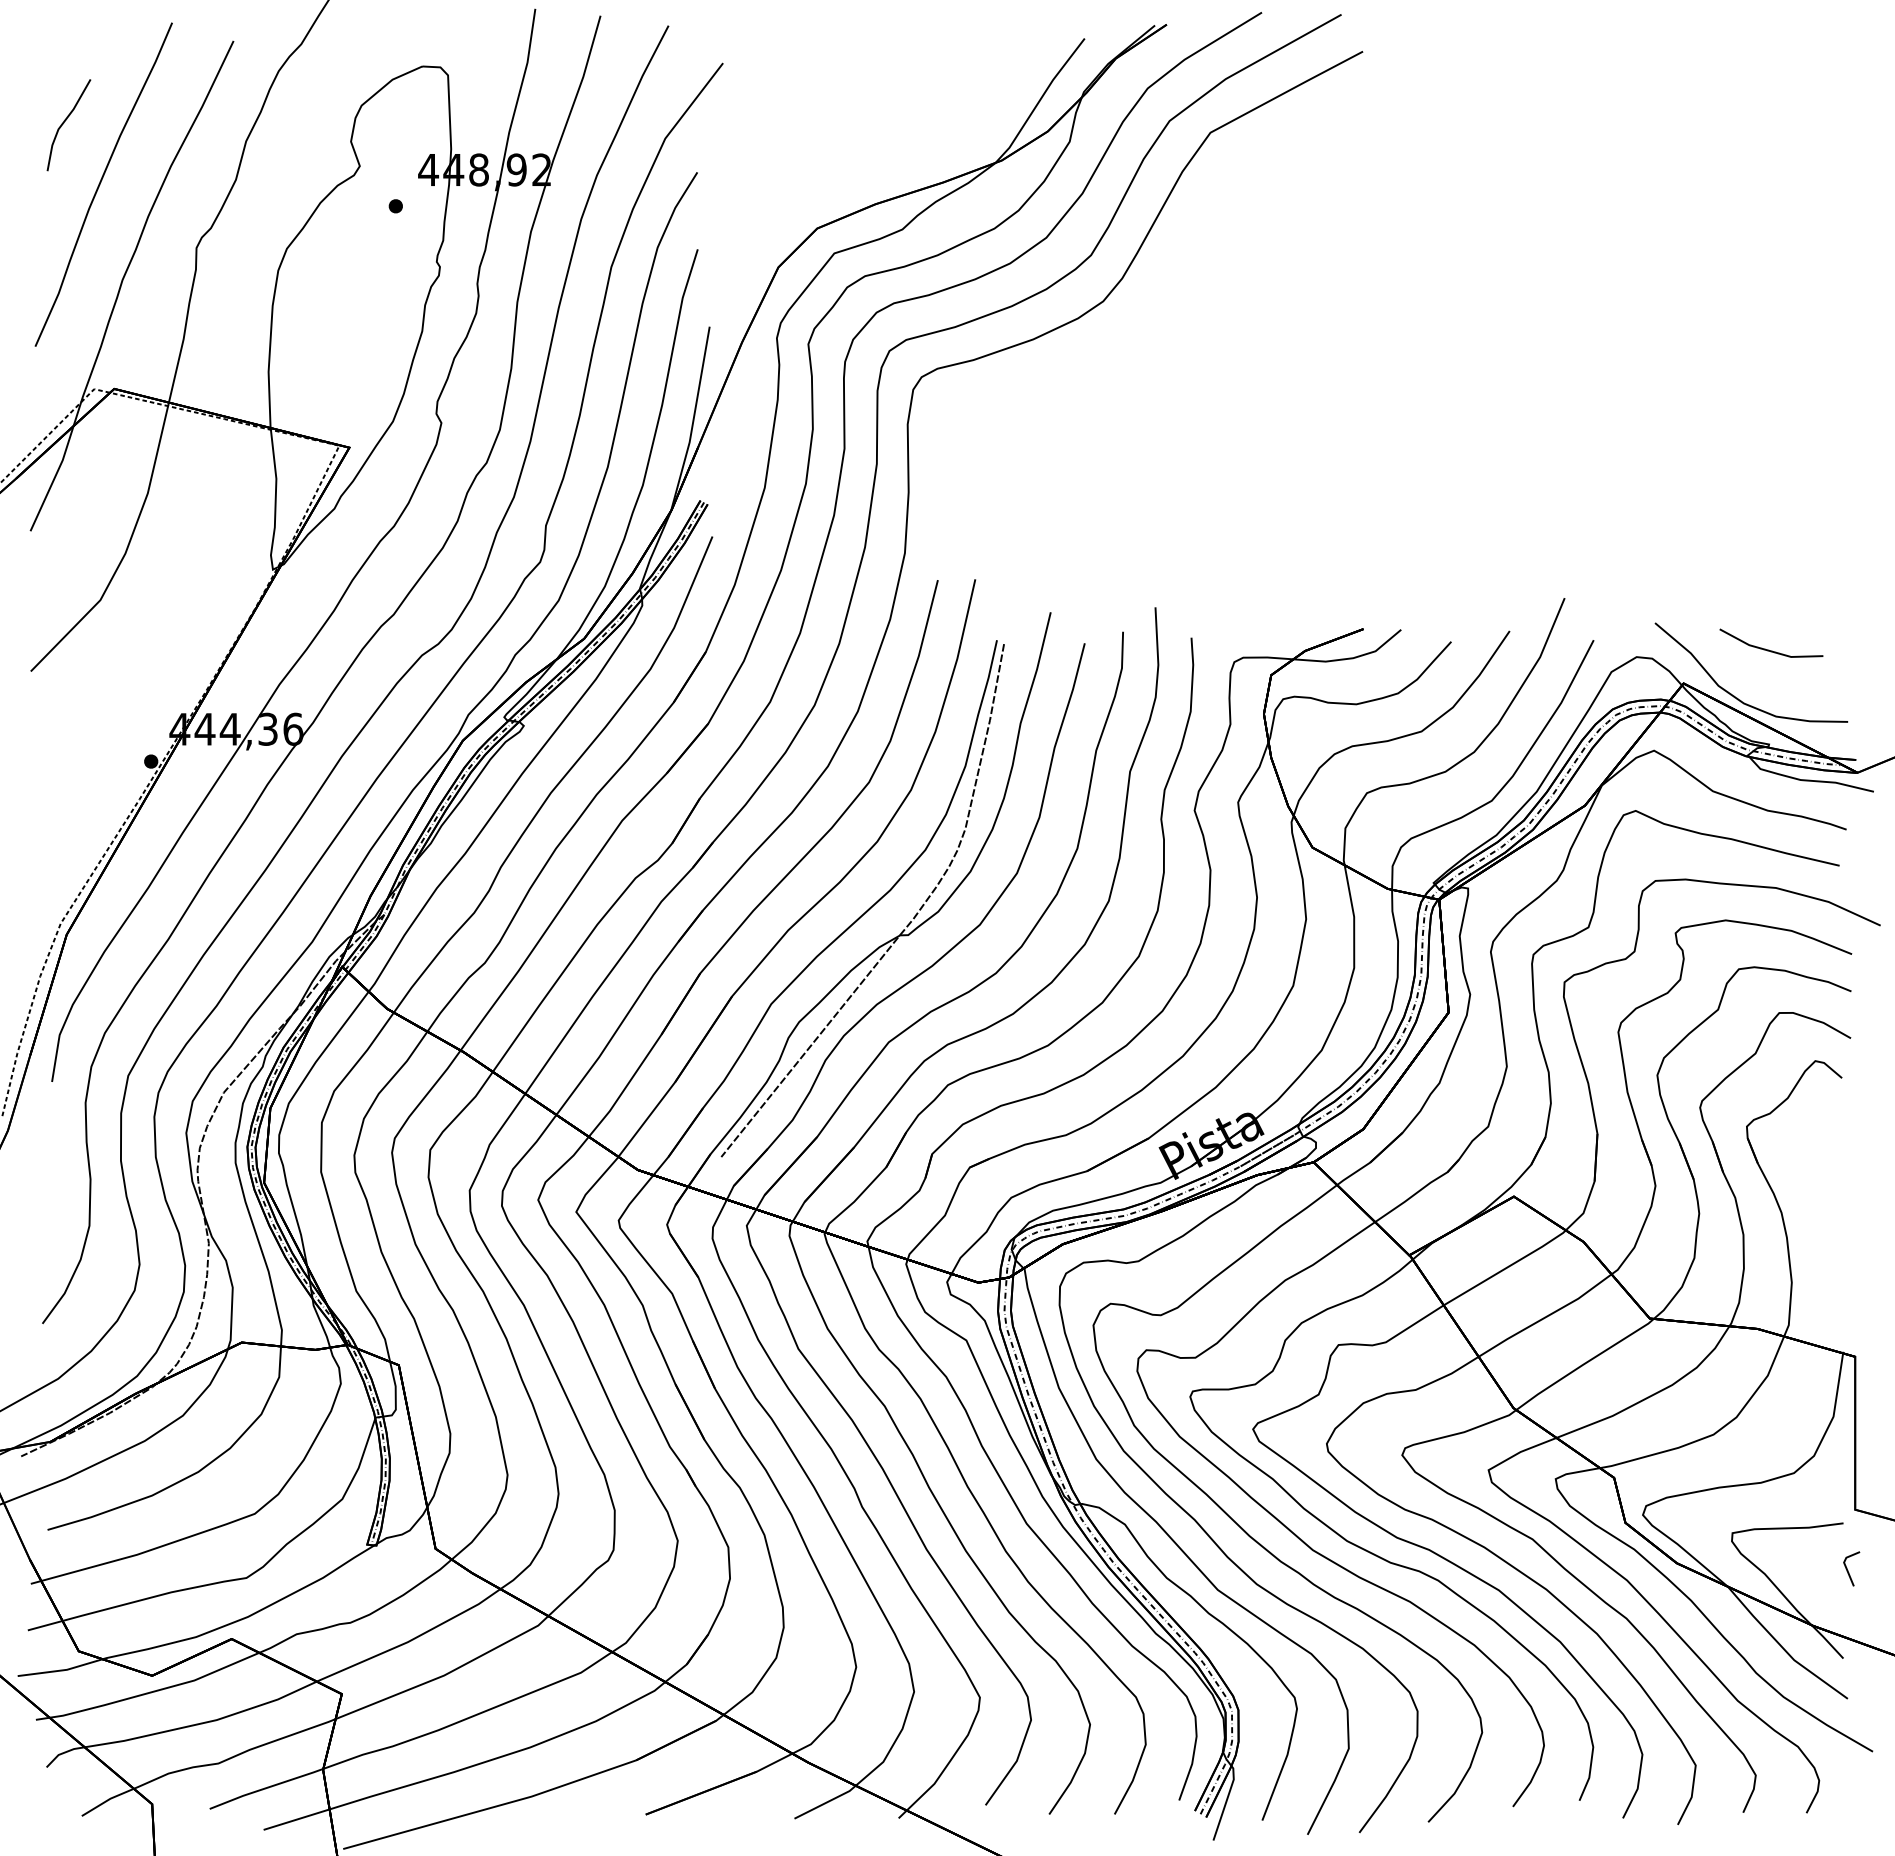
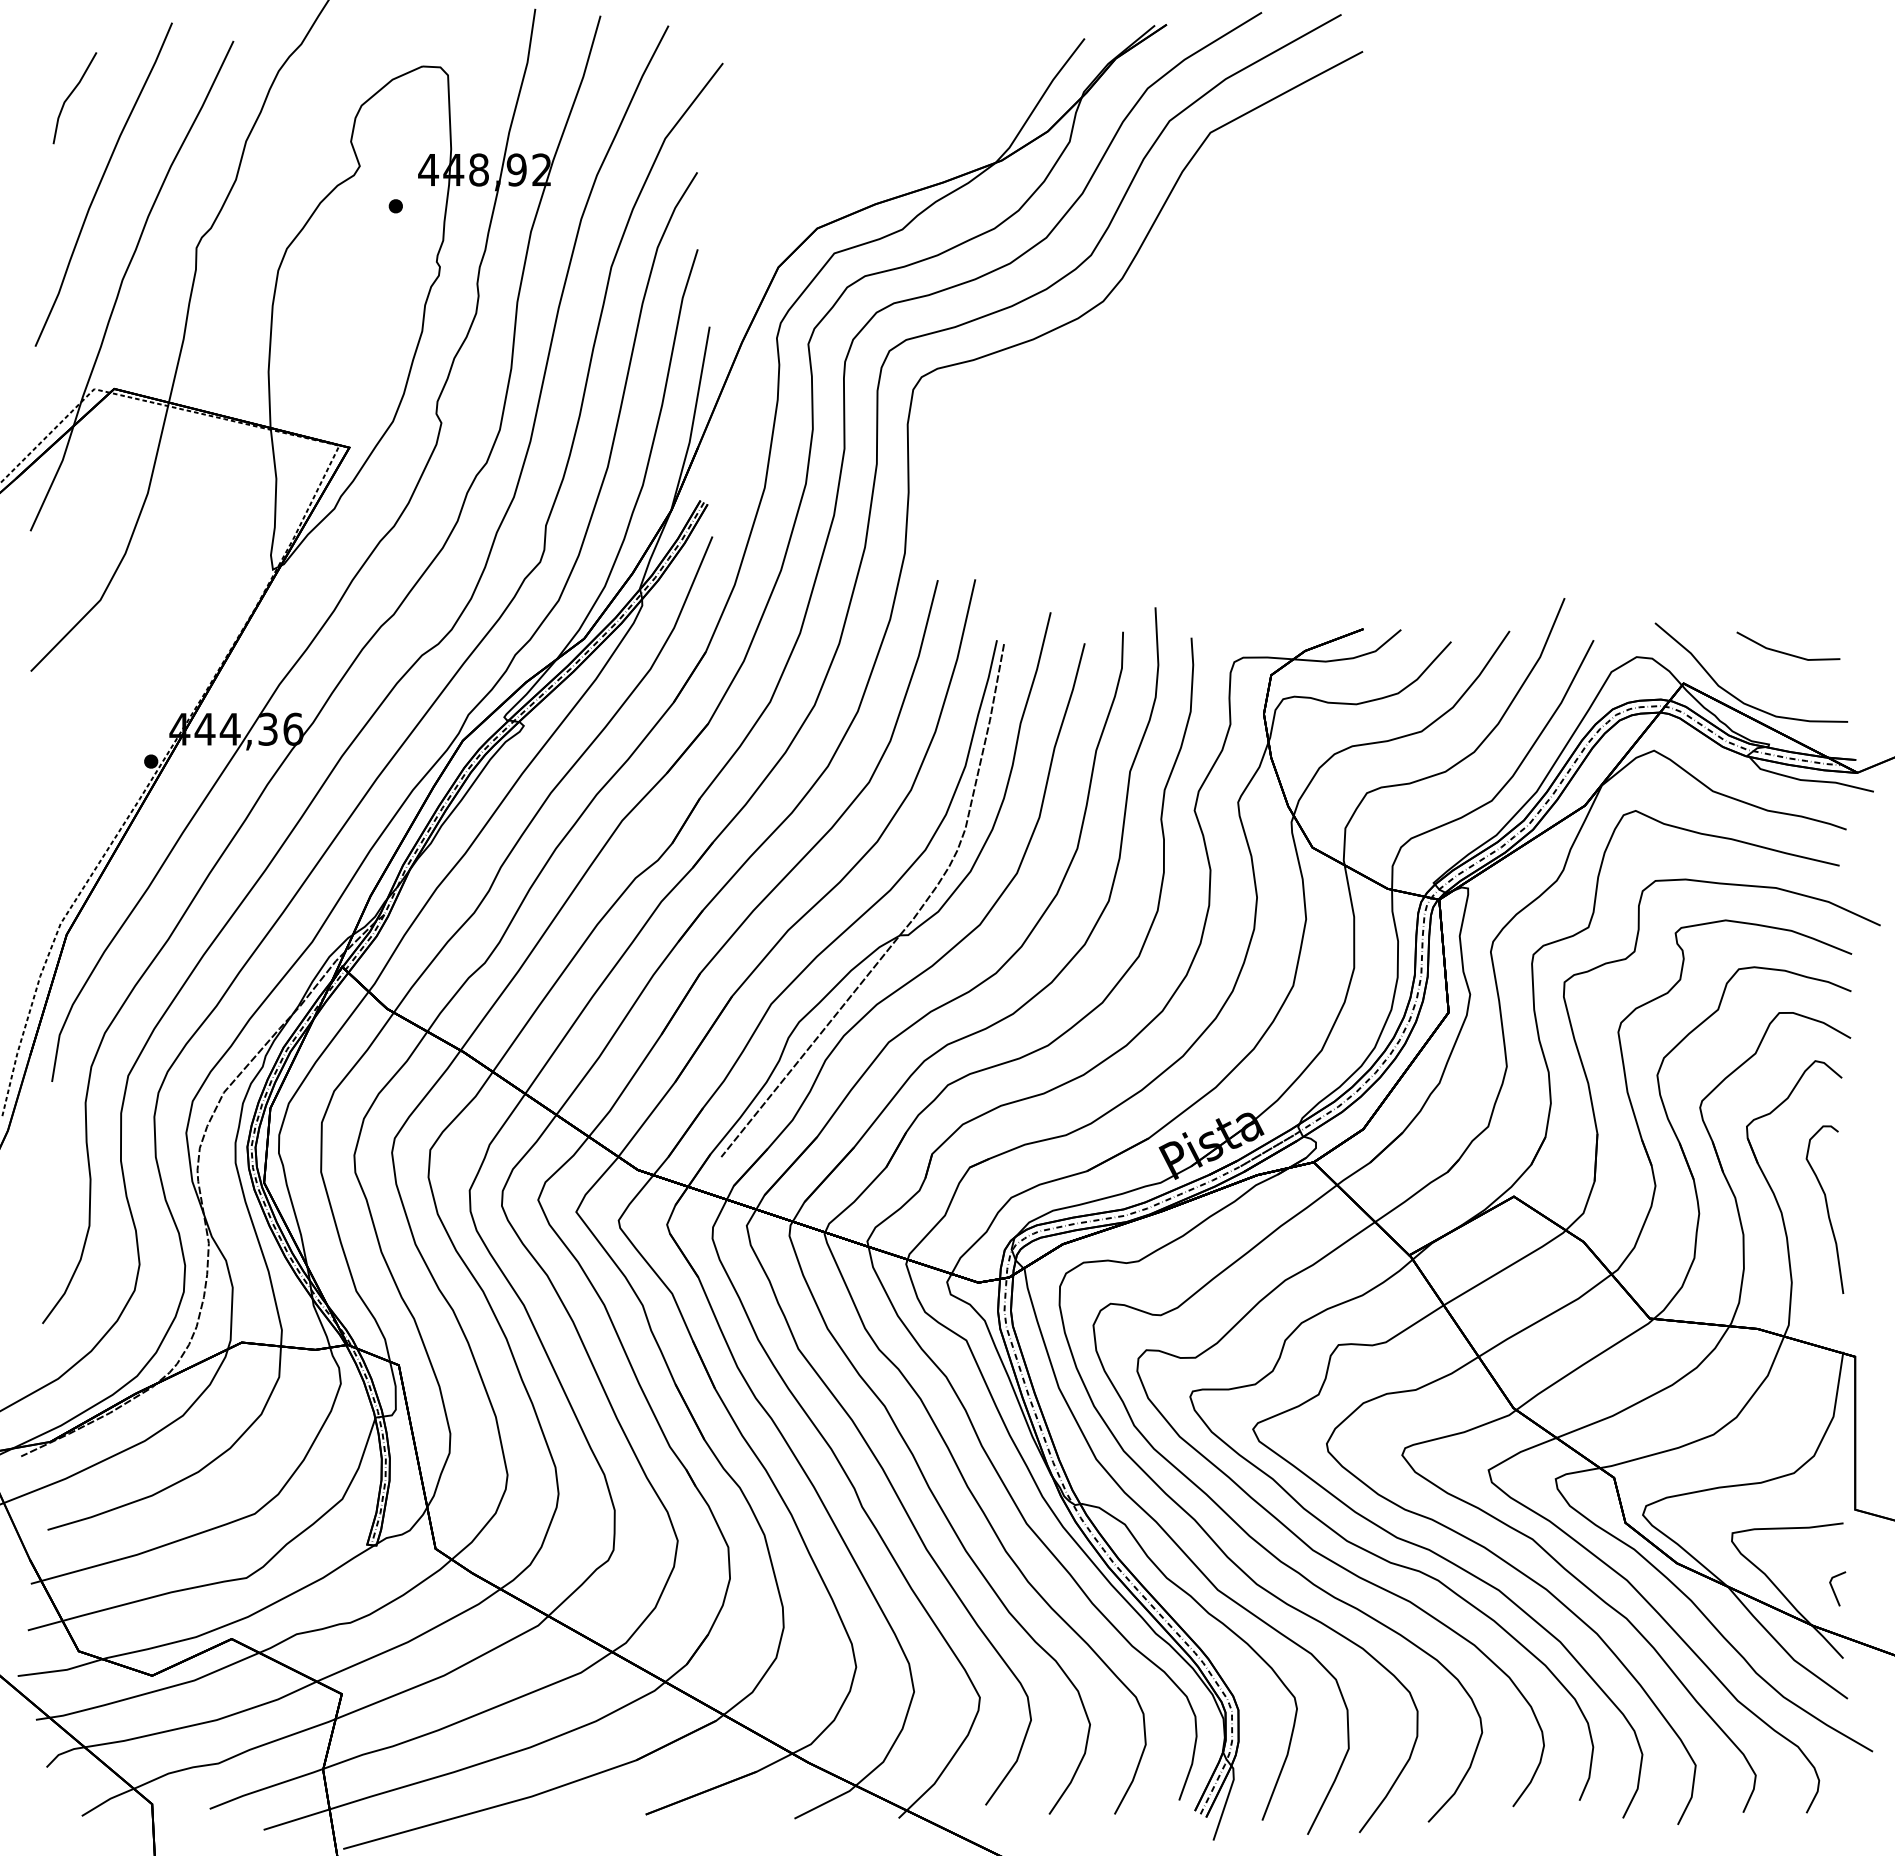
line at (64, 123) position: (64, 123) -> (70, 96)
line at (1769, 649) position: (1769, 649) -> (1786, 652)
curve at (1826, 1209): none -> present
line at (1848, 1570) position: (1848, 1570) -> (1834, 1590)
